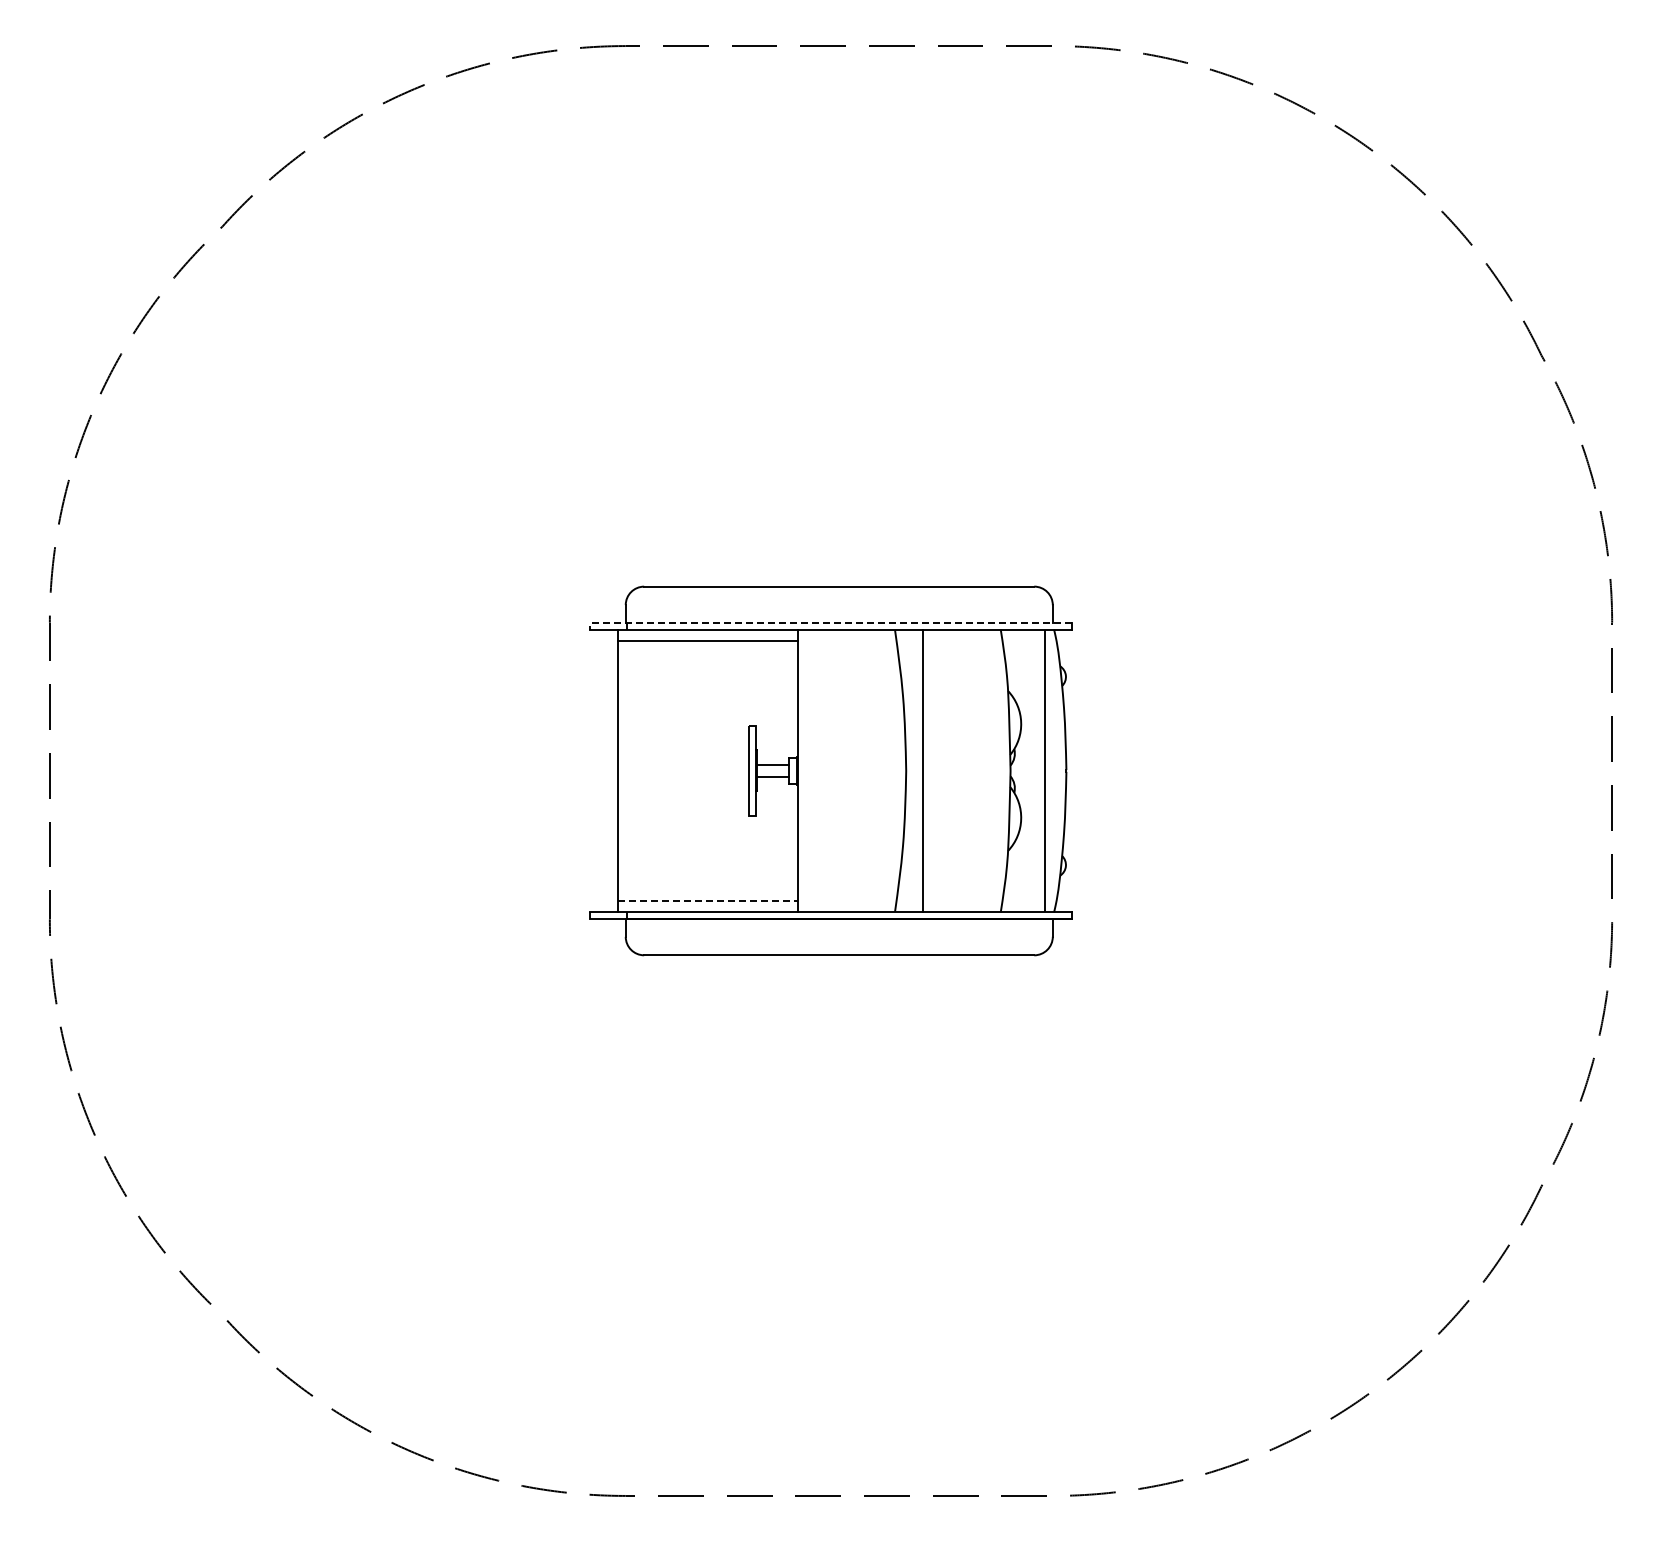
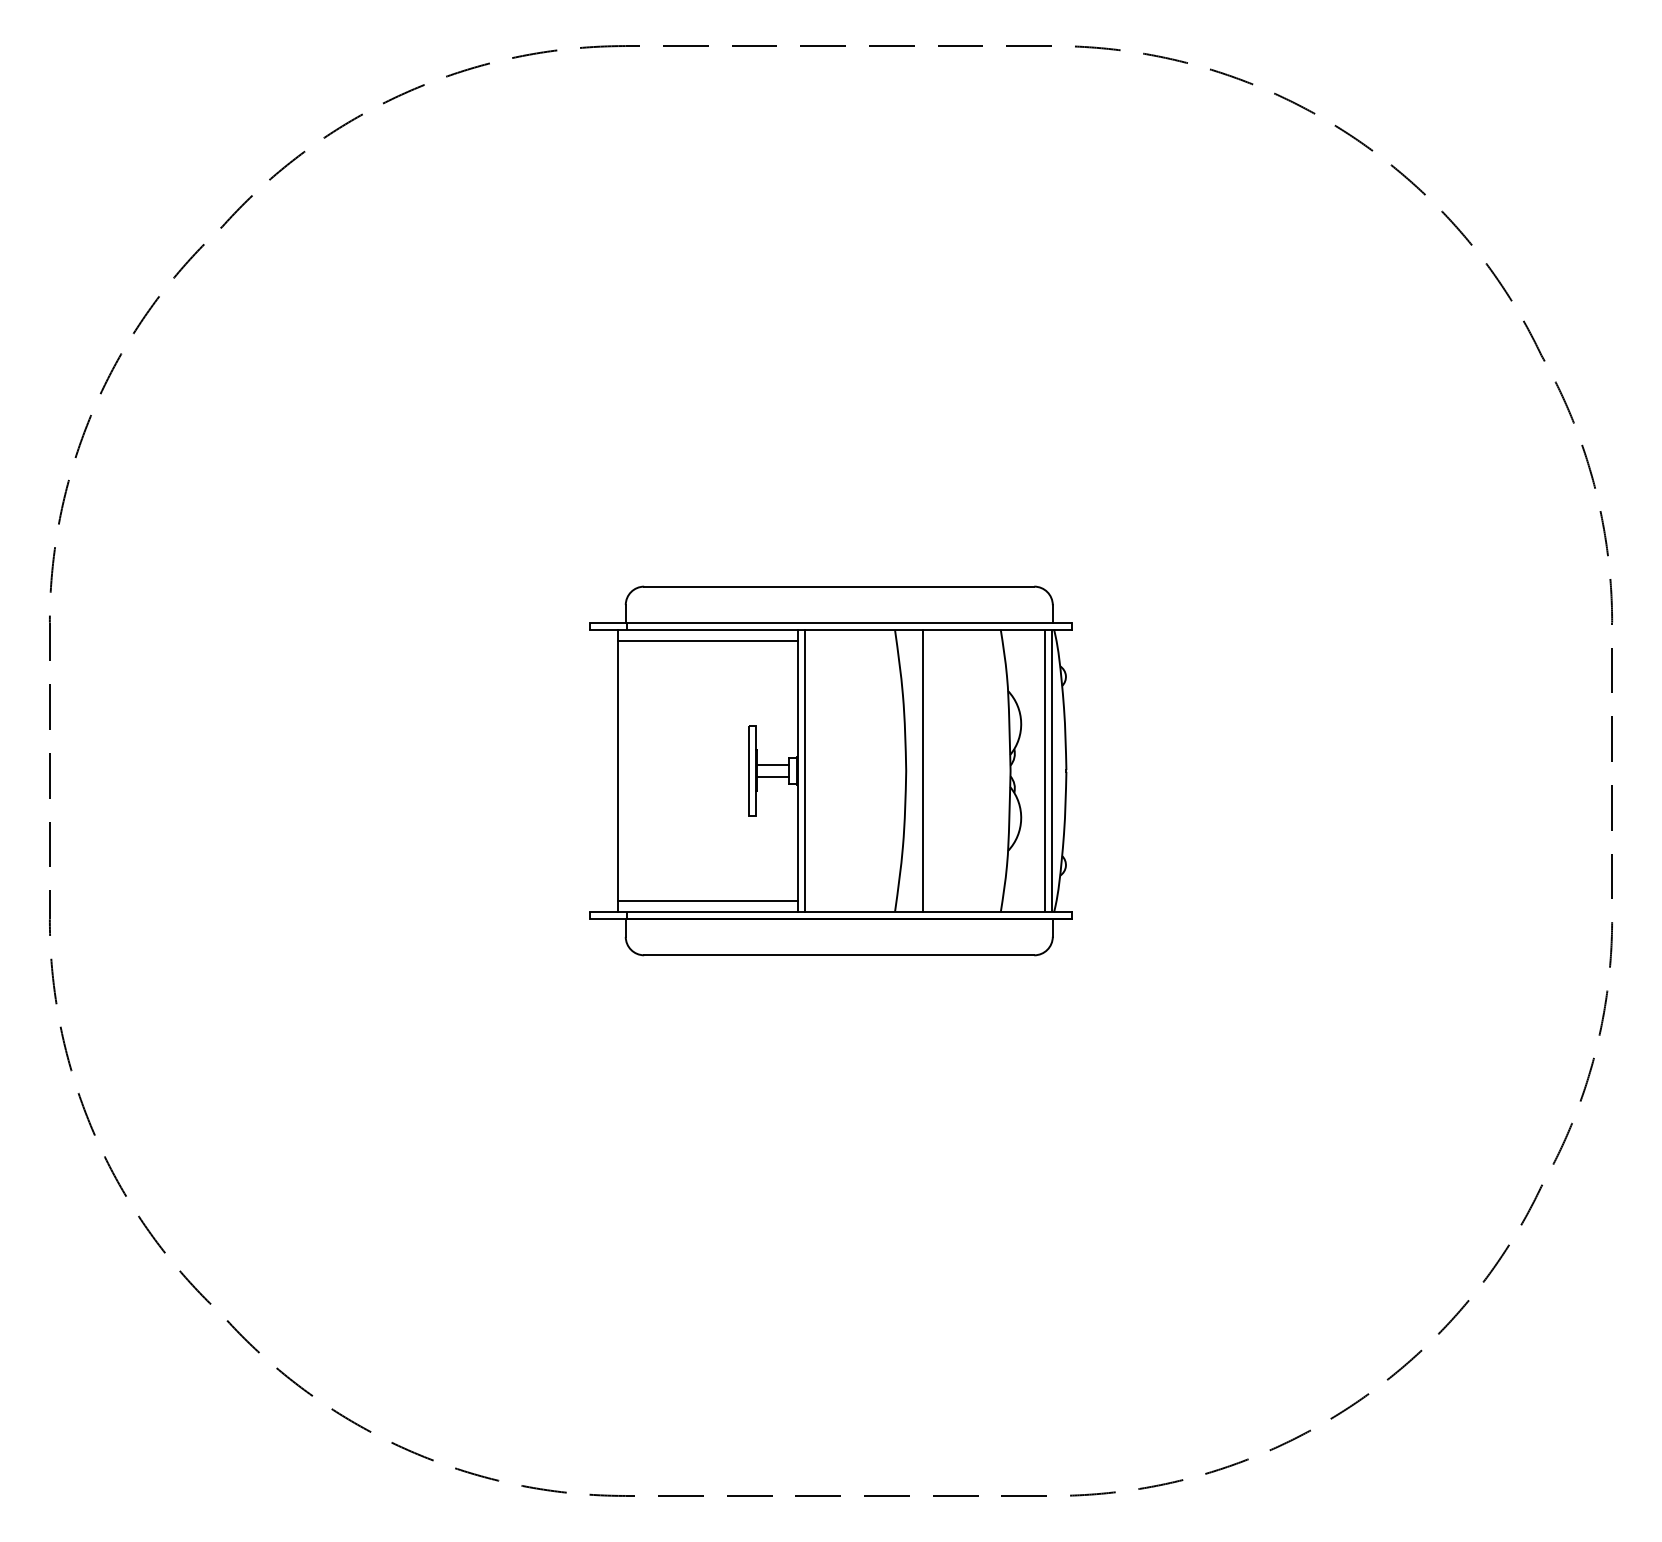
line at (827, 622): dashed -> solid
line at (804, 770): none -> present
line at (1051, 770): none -> present
line at (708, 901): dashed -> solid
